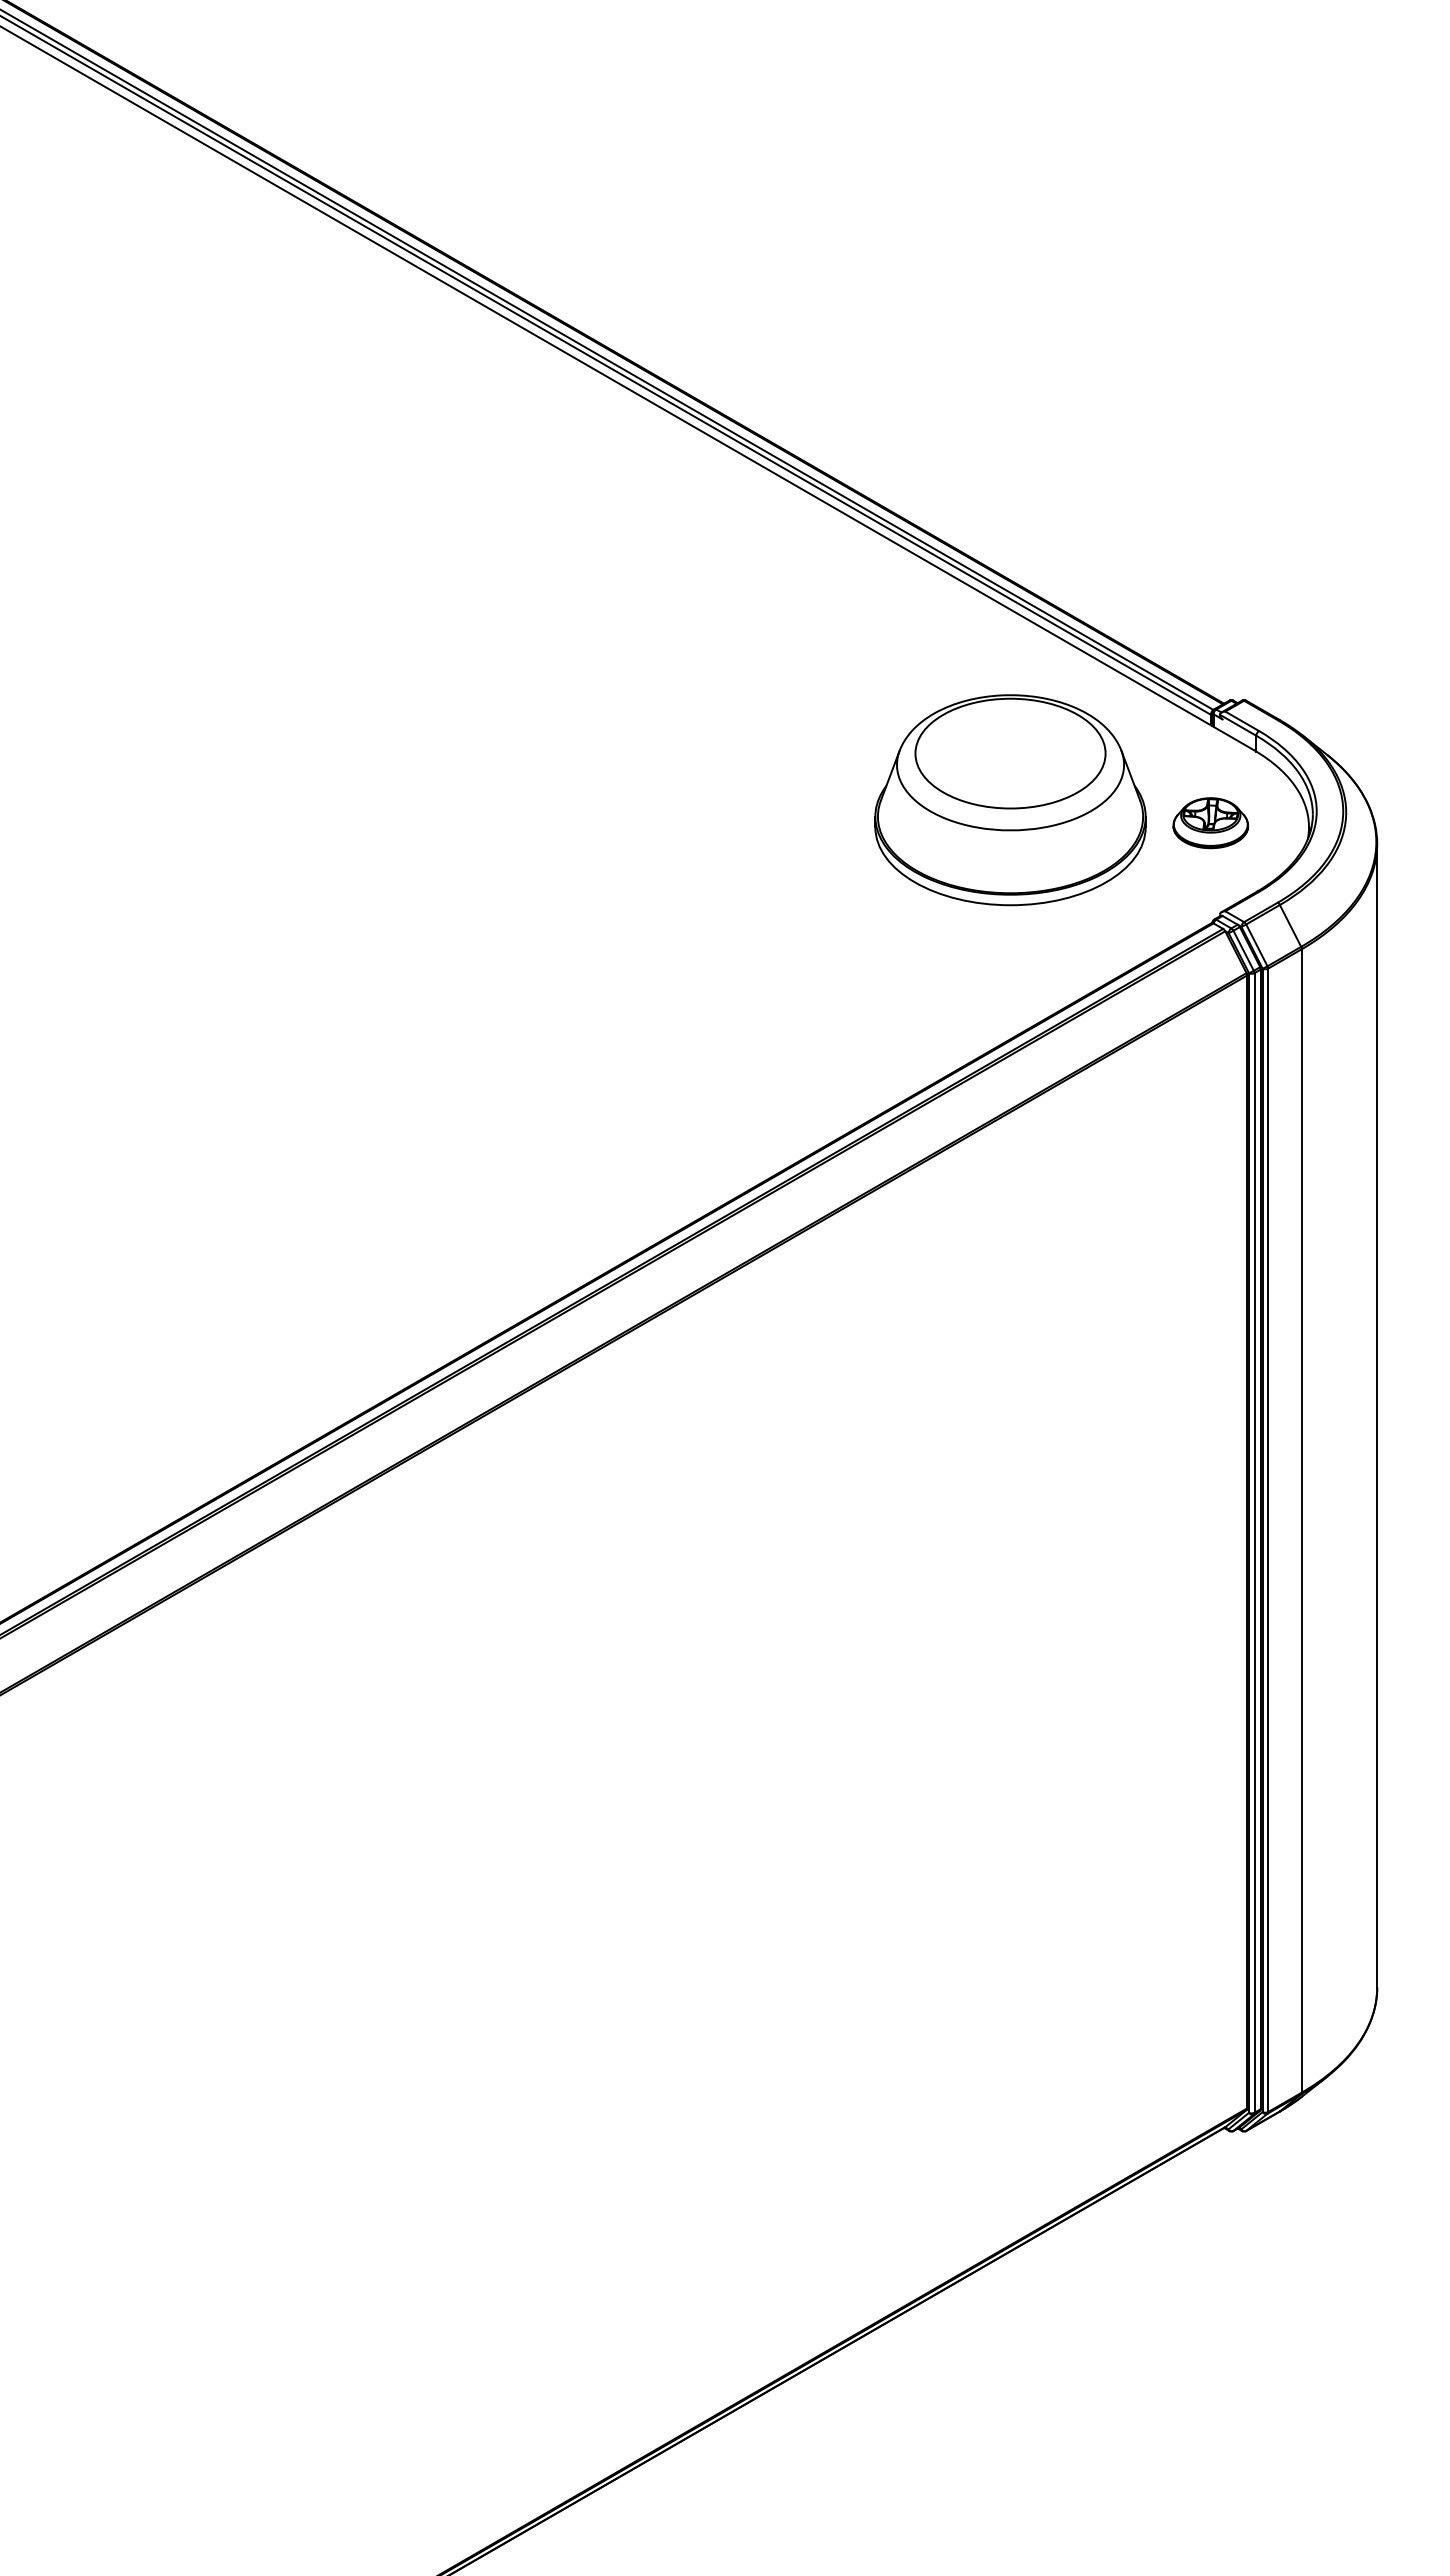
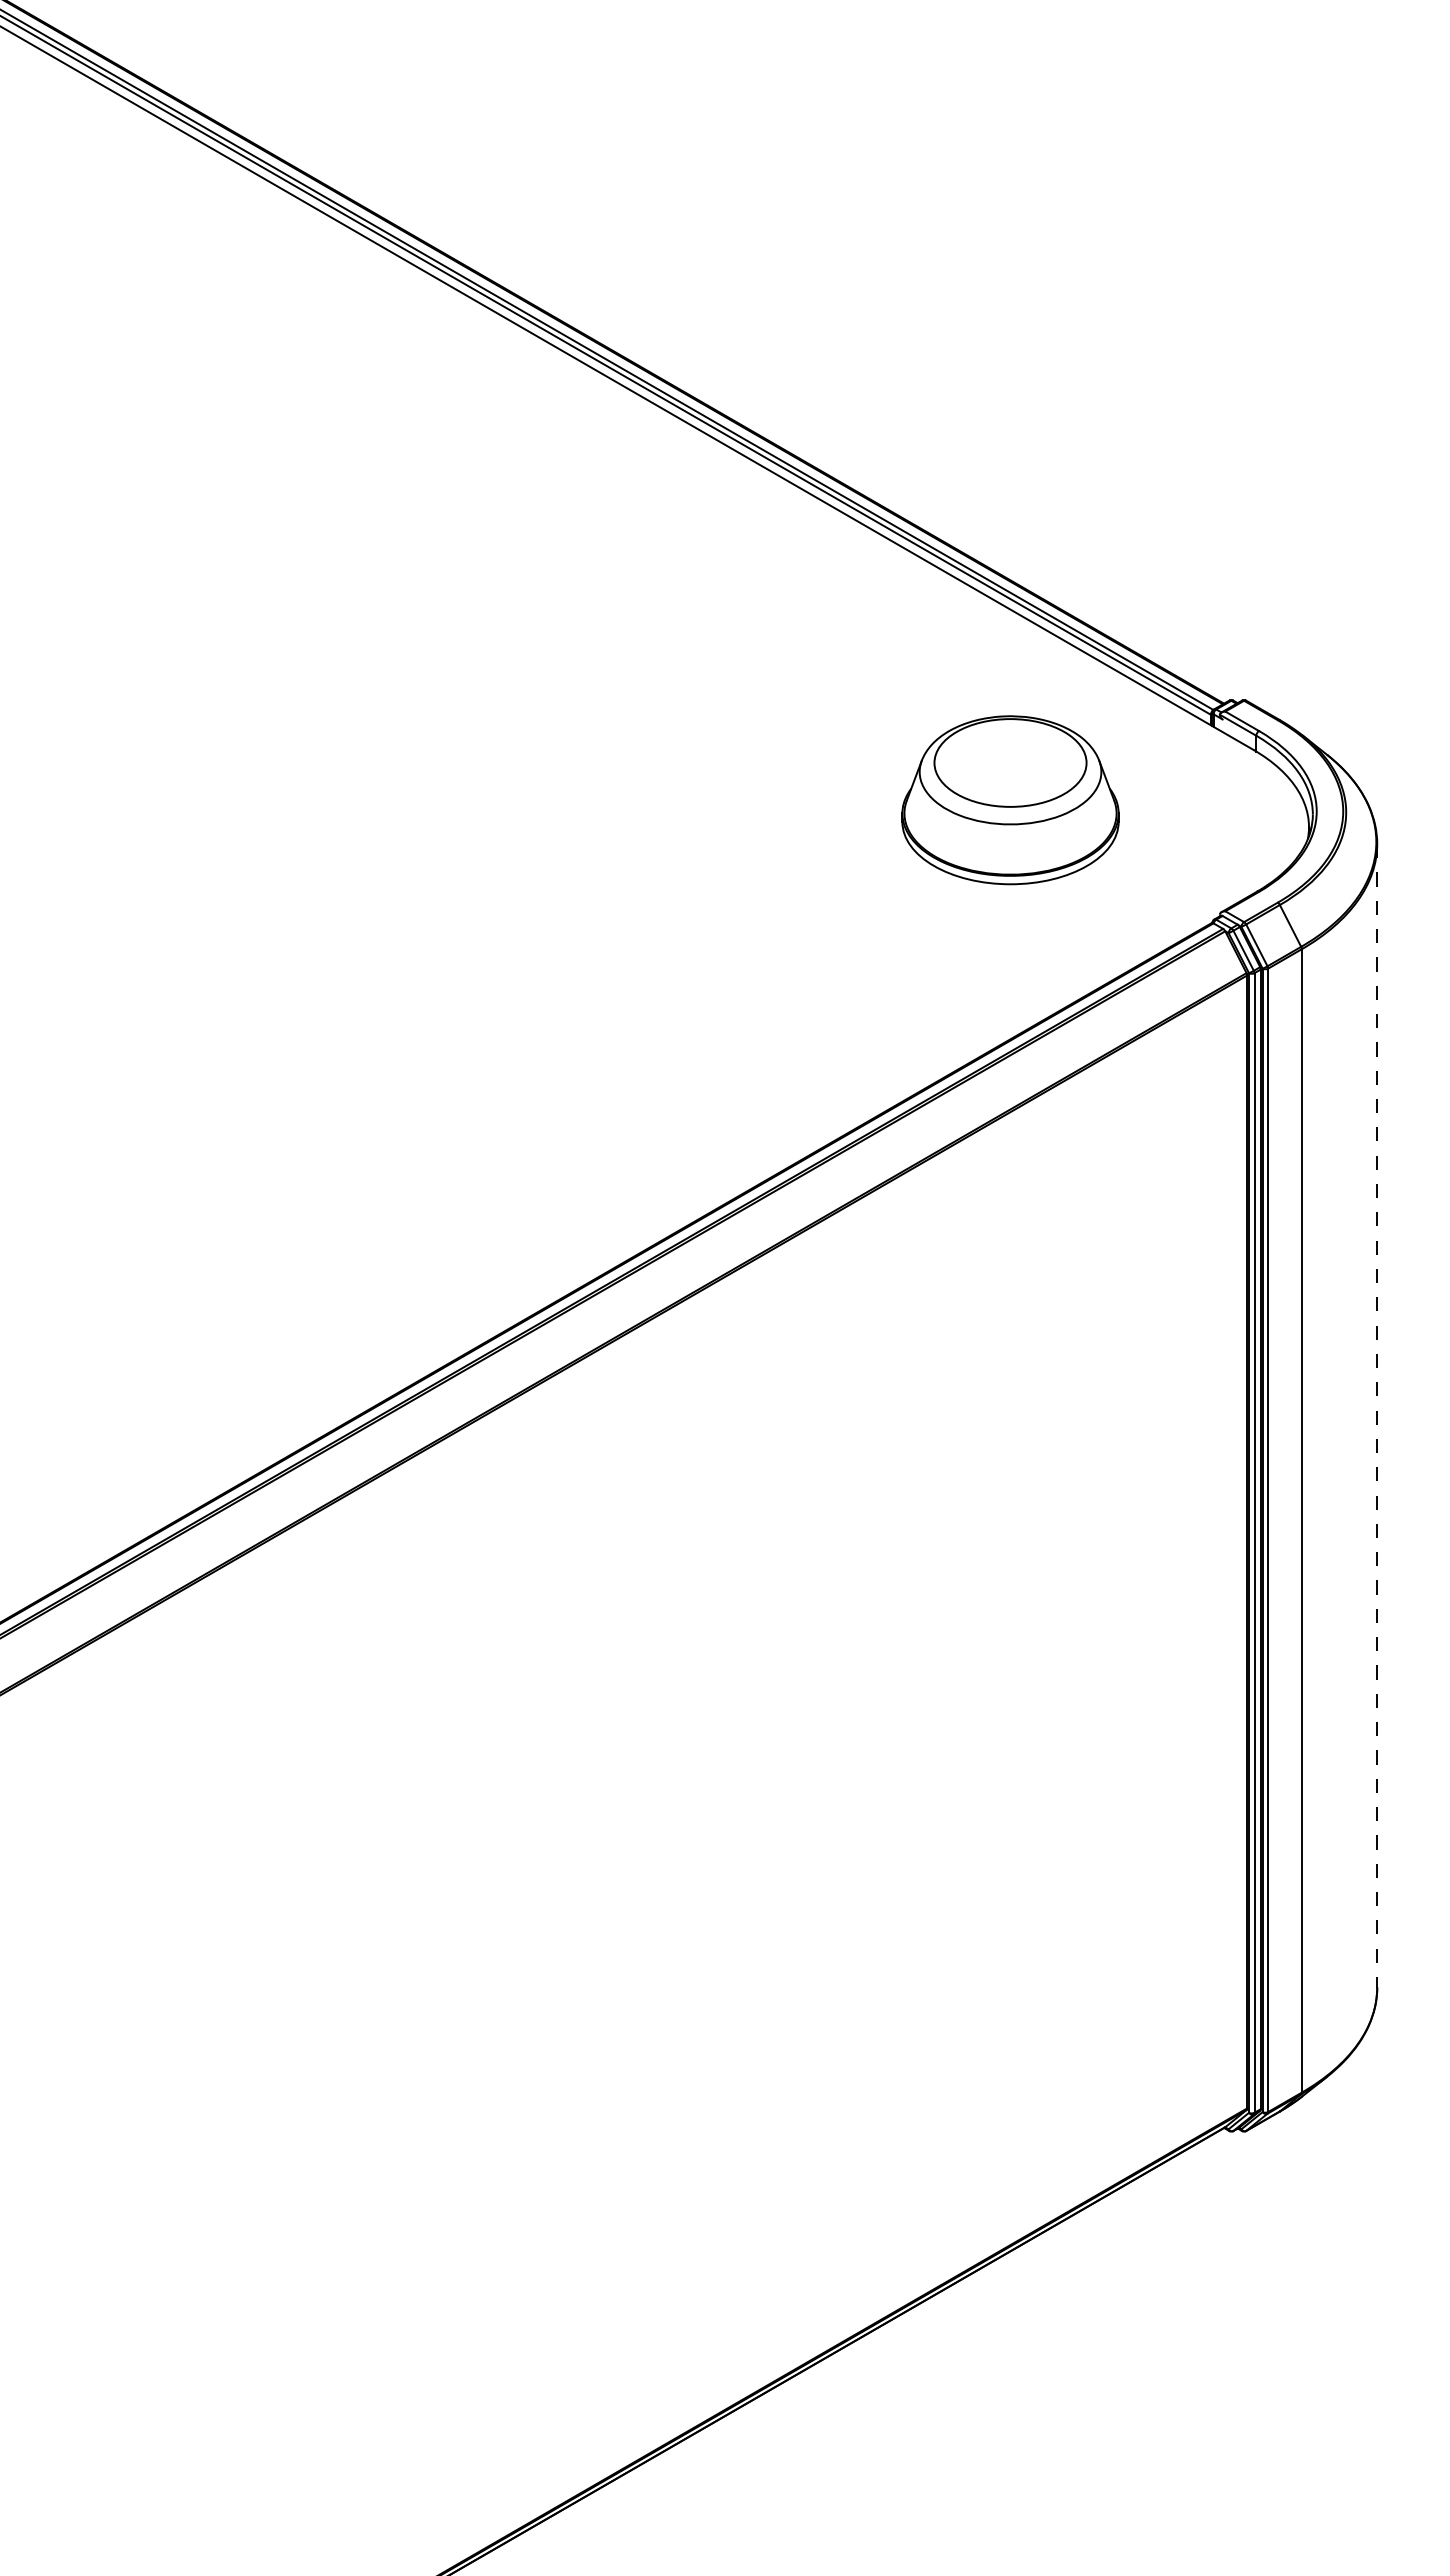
part at (1010, 800) size: 273x213 px -> 219x171 px
part at (1210, 823): present -> none
line at (1377, 1415): solid -> dashed
